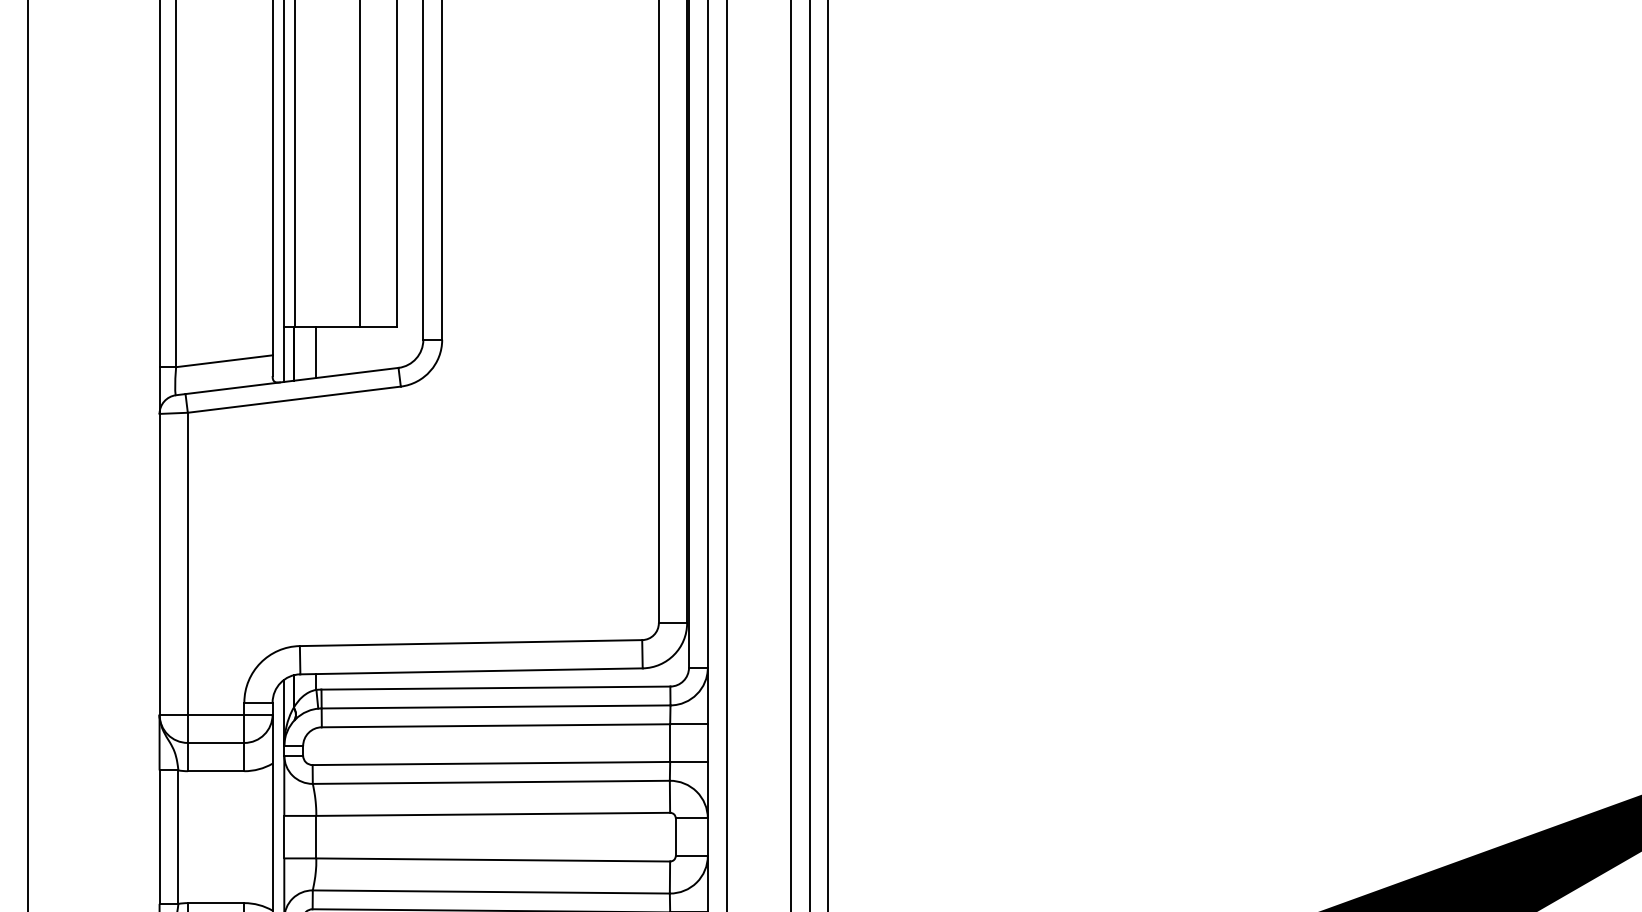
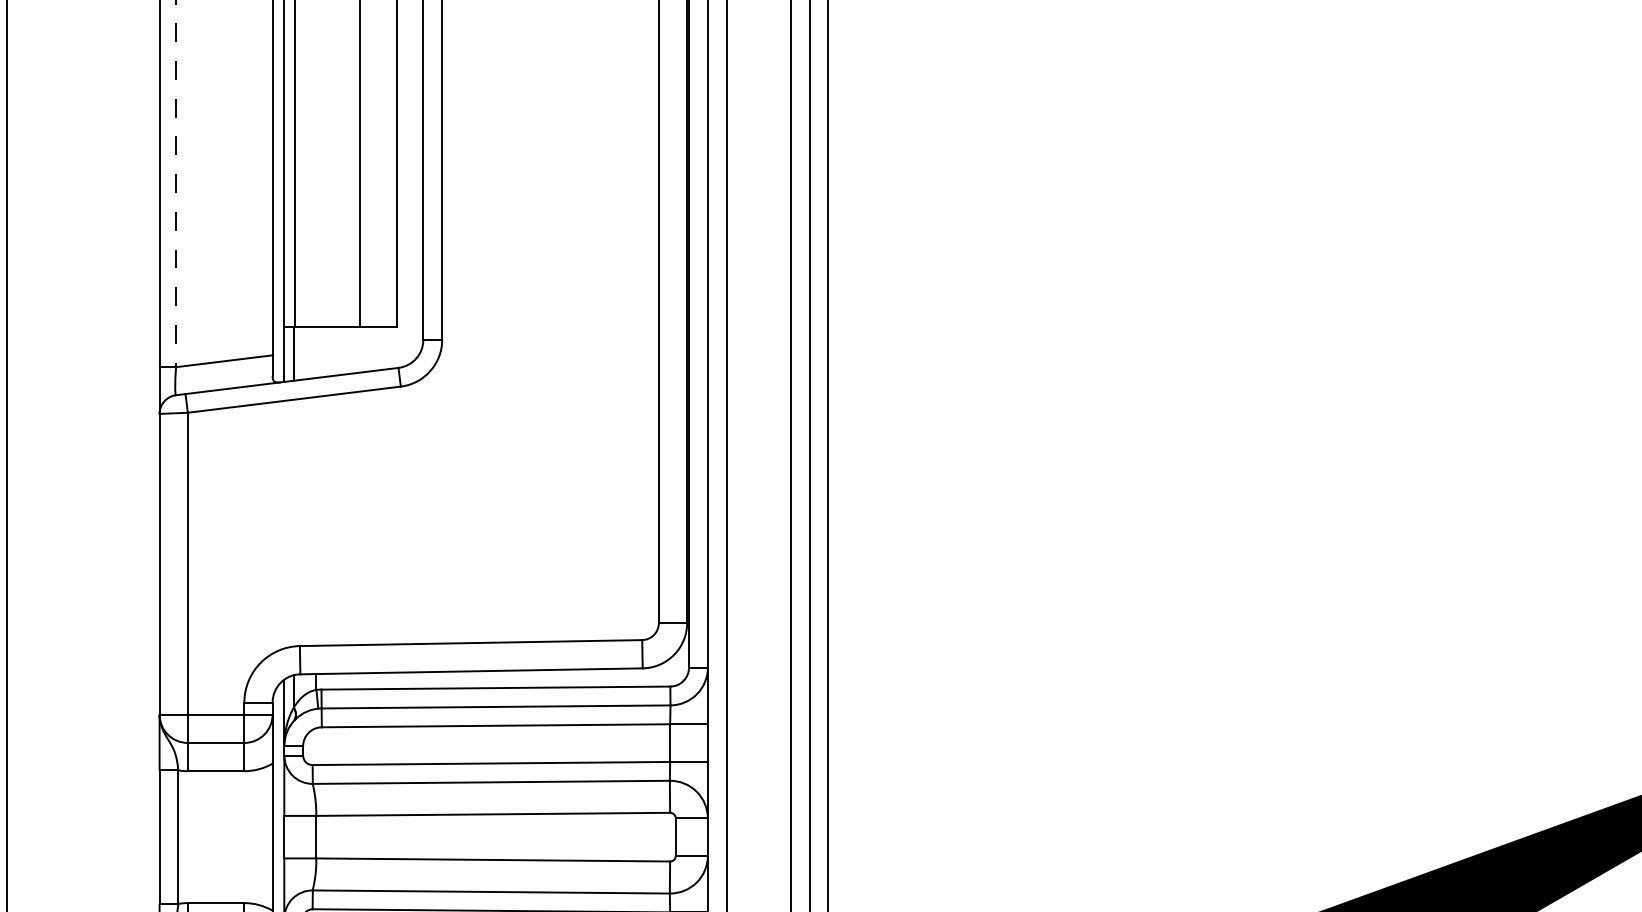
line at (176, 184): solid -> dashed
line at (316, 352): present -> none
line at (27, 455) position: (27, 455) -> (6, 455)
